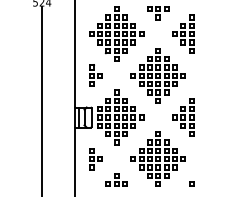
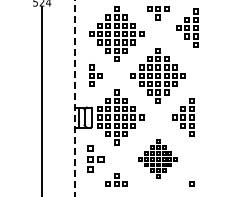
part at (183, 33) position: (183, 33) -> (187, 27)
line at (74, 98): solid -> dashed
part at (157, 158) size: 56x56 px -> 40x40 px
part at (95, 159) size: 14x23 px -> 18x28 px
